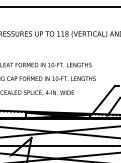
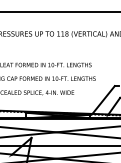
line at (59, 6) position: (59, 6) -> (59, 11)
